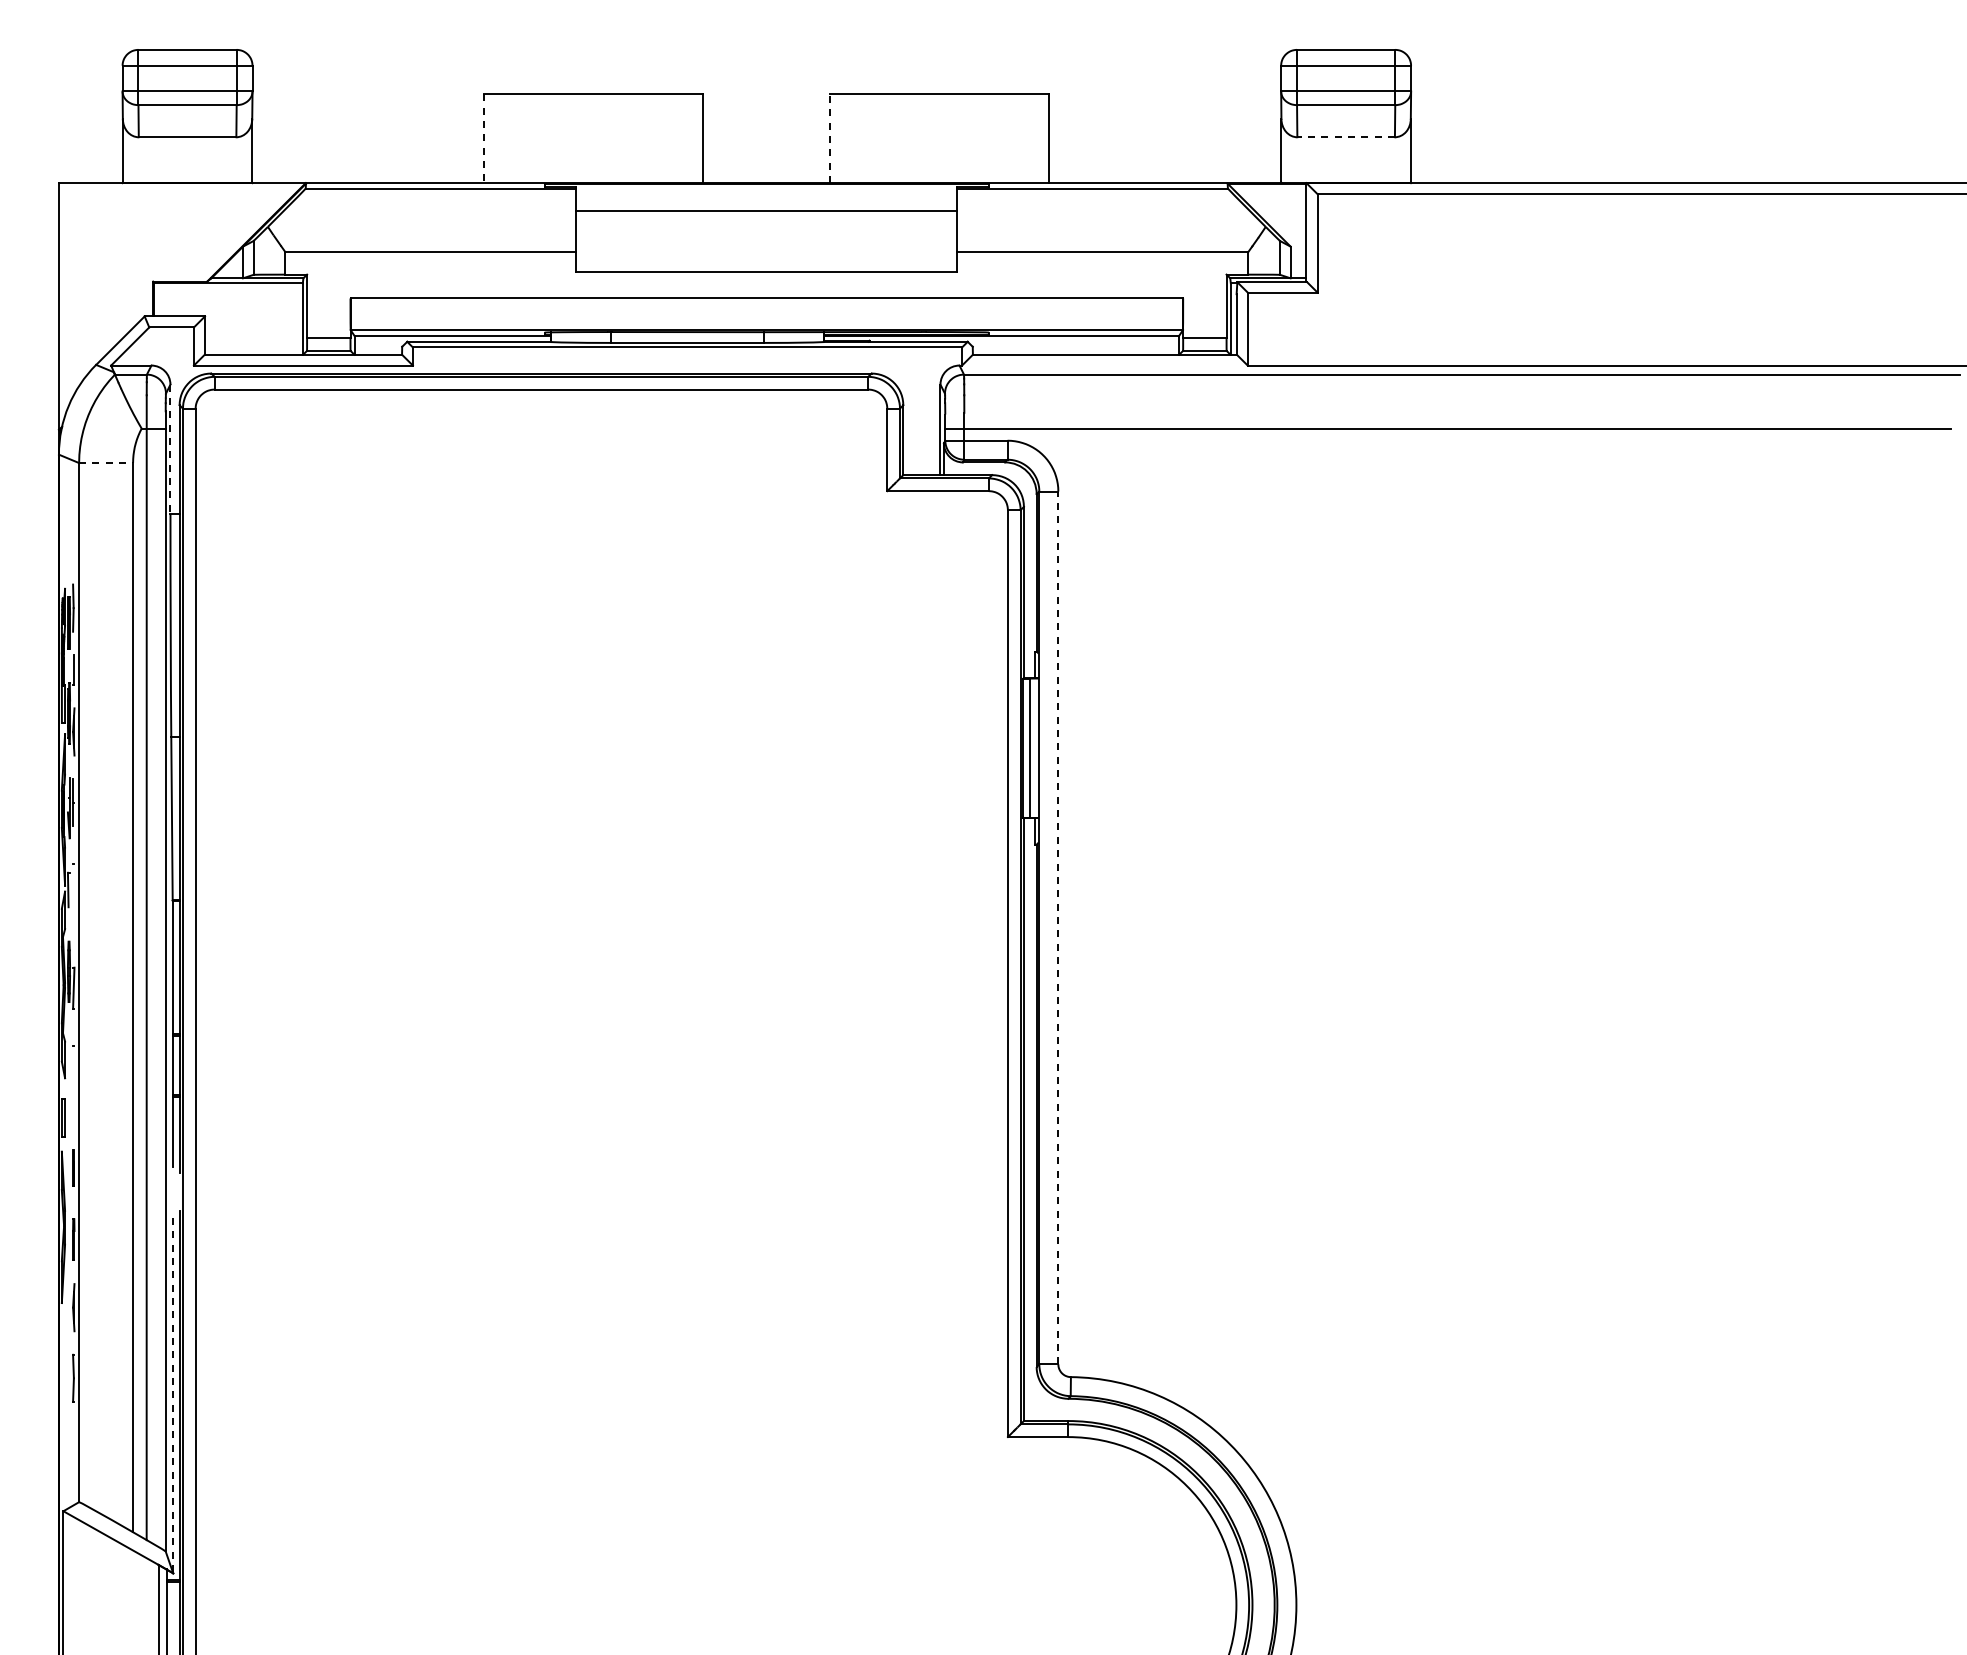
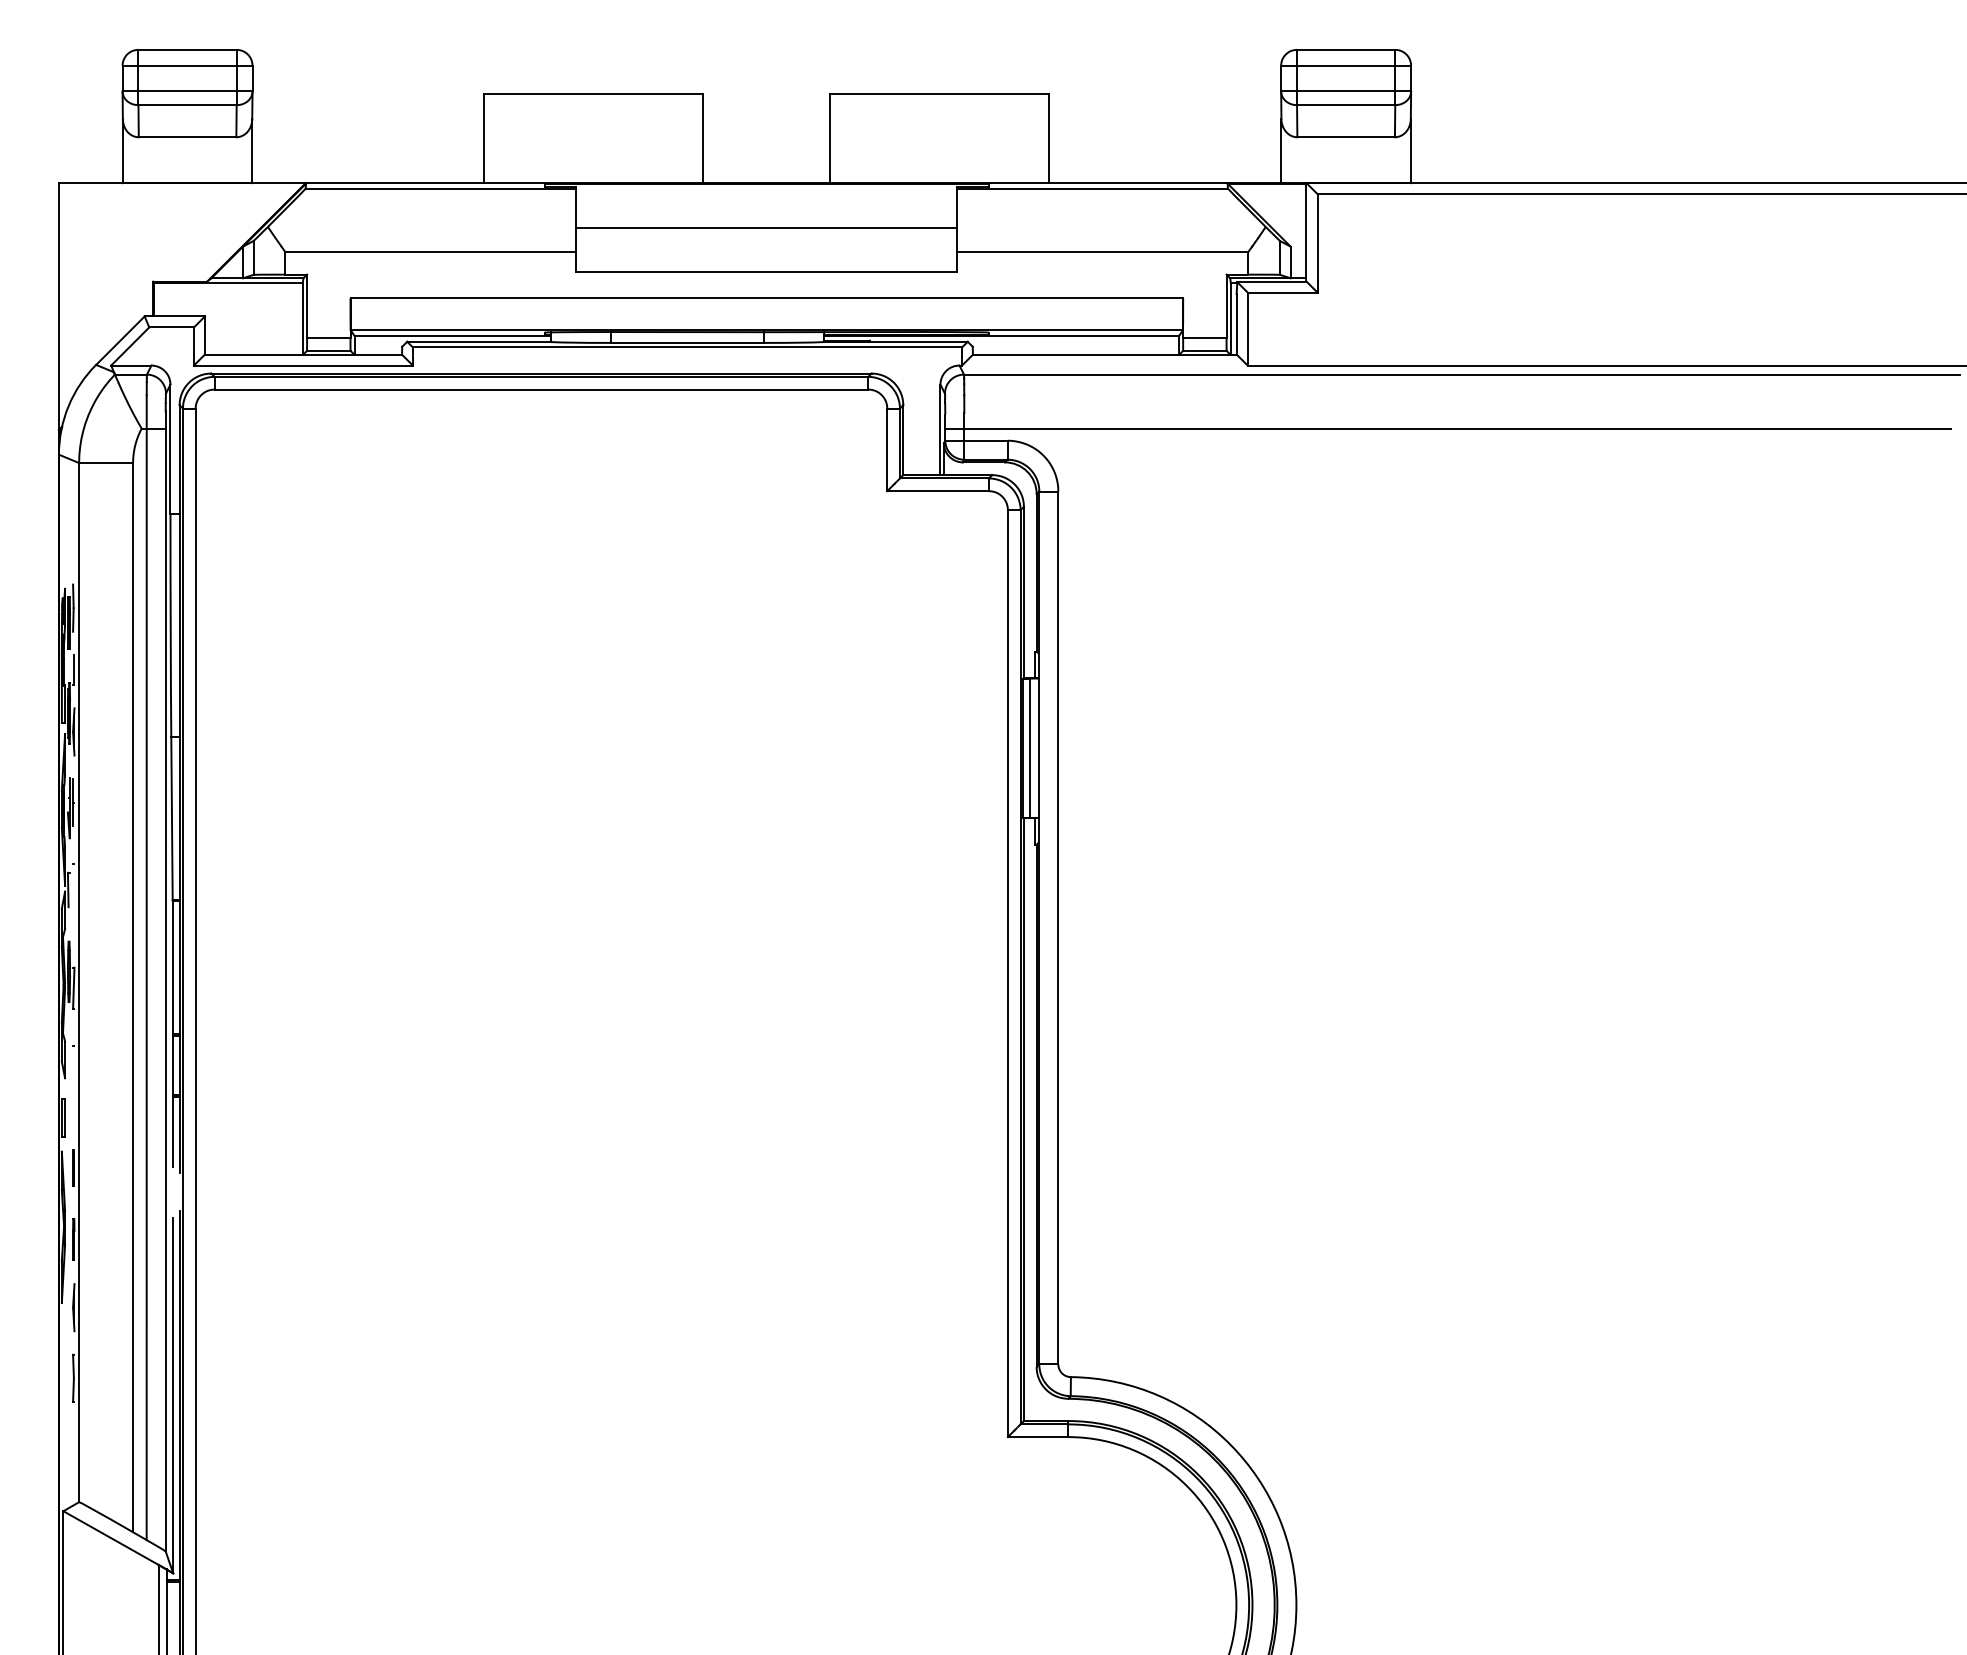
line at (1346, 137): dashed -> solid
line at (830, 138): dashed -> solid
line at (484, 139): dashed -> solid
line at (766, 210) position: (766, 210) -> (766, 227)
line at (170, 449): dashed -> solid
line at (106, 463): dashed -> solid
line at (1058, 927): dashed -> solid
line at (173, 1395): dashed -> solid
